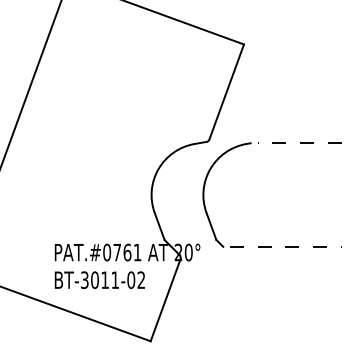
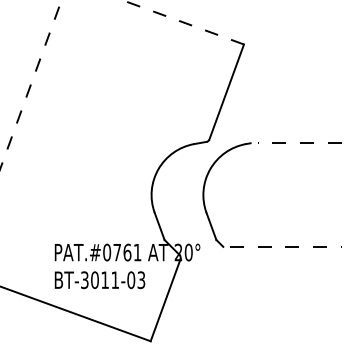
line at (183, 22): solid -> dashed
line at (30, 84): solid -> dashed
text at (141, 280): BT-3011-02 -> BT-3011-03
